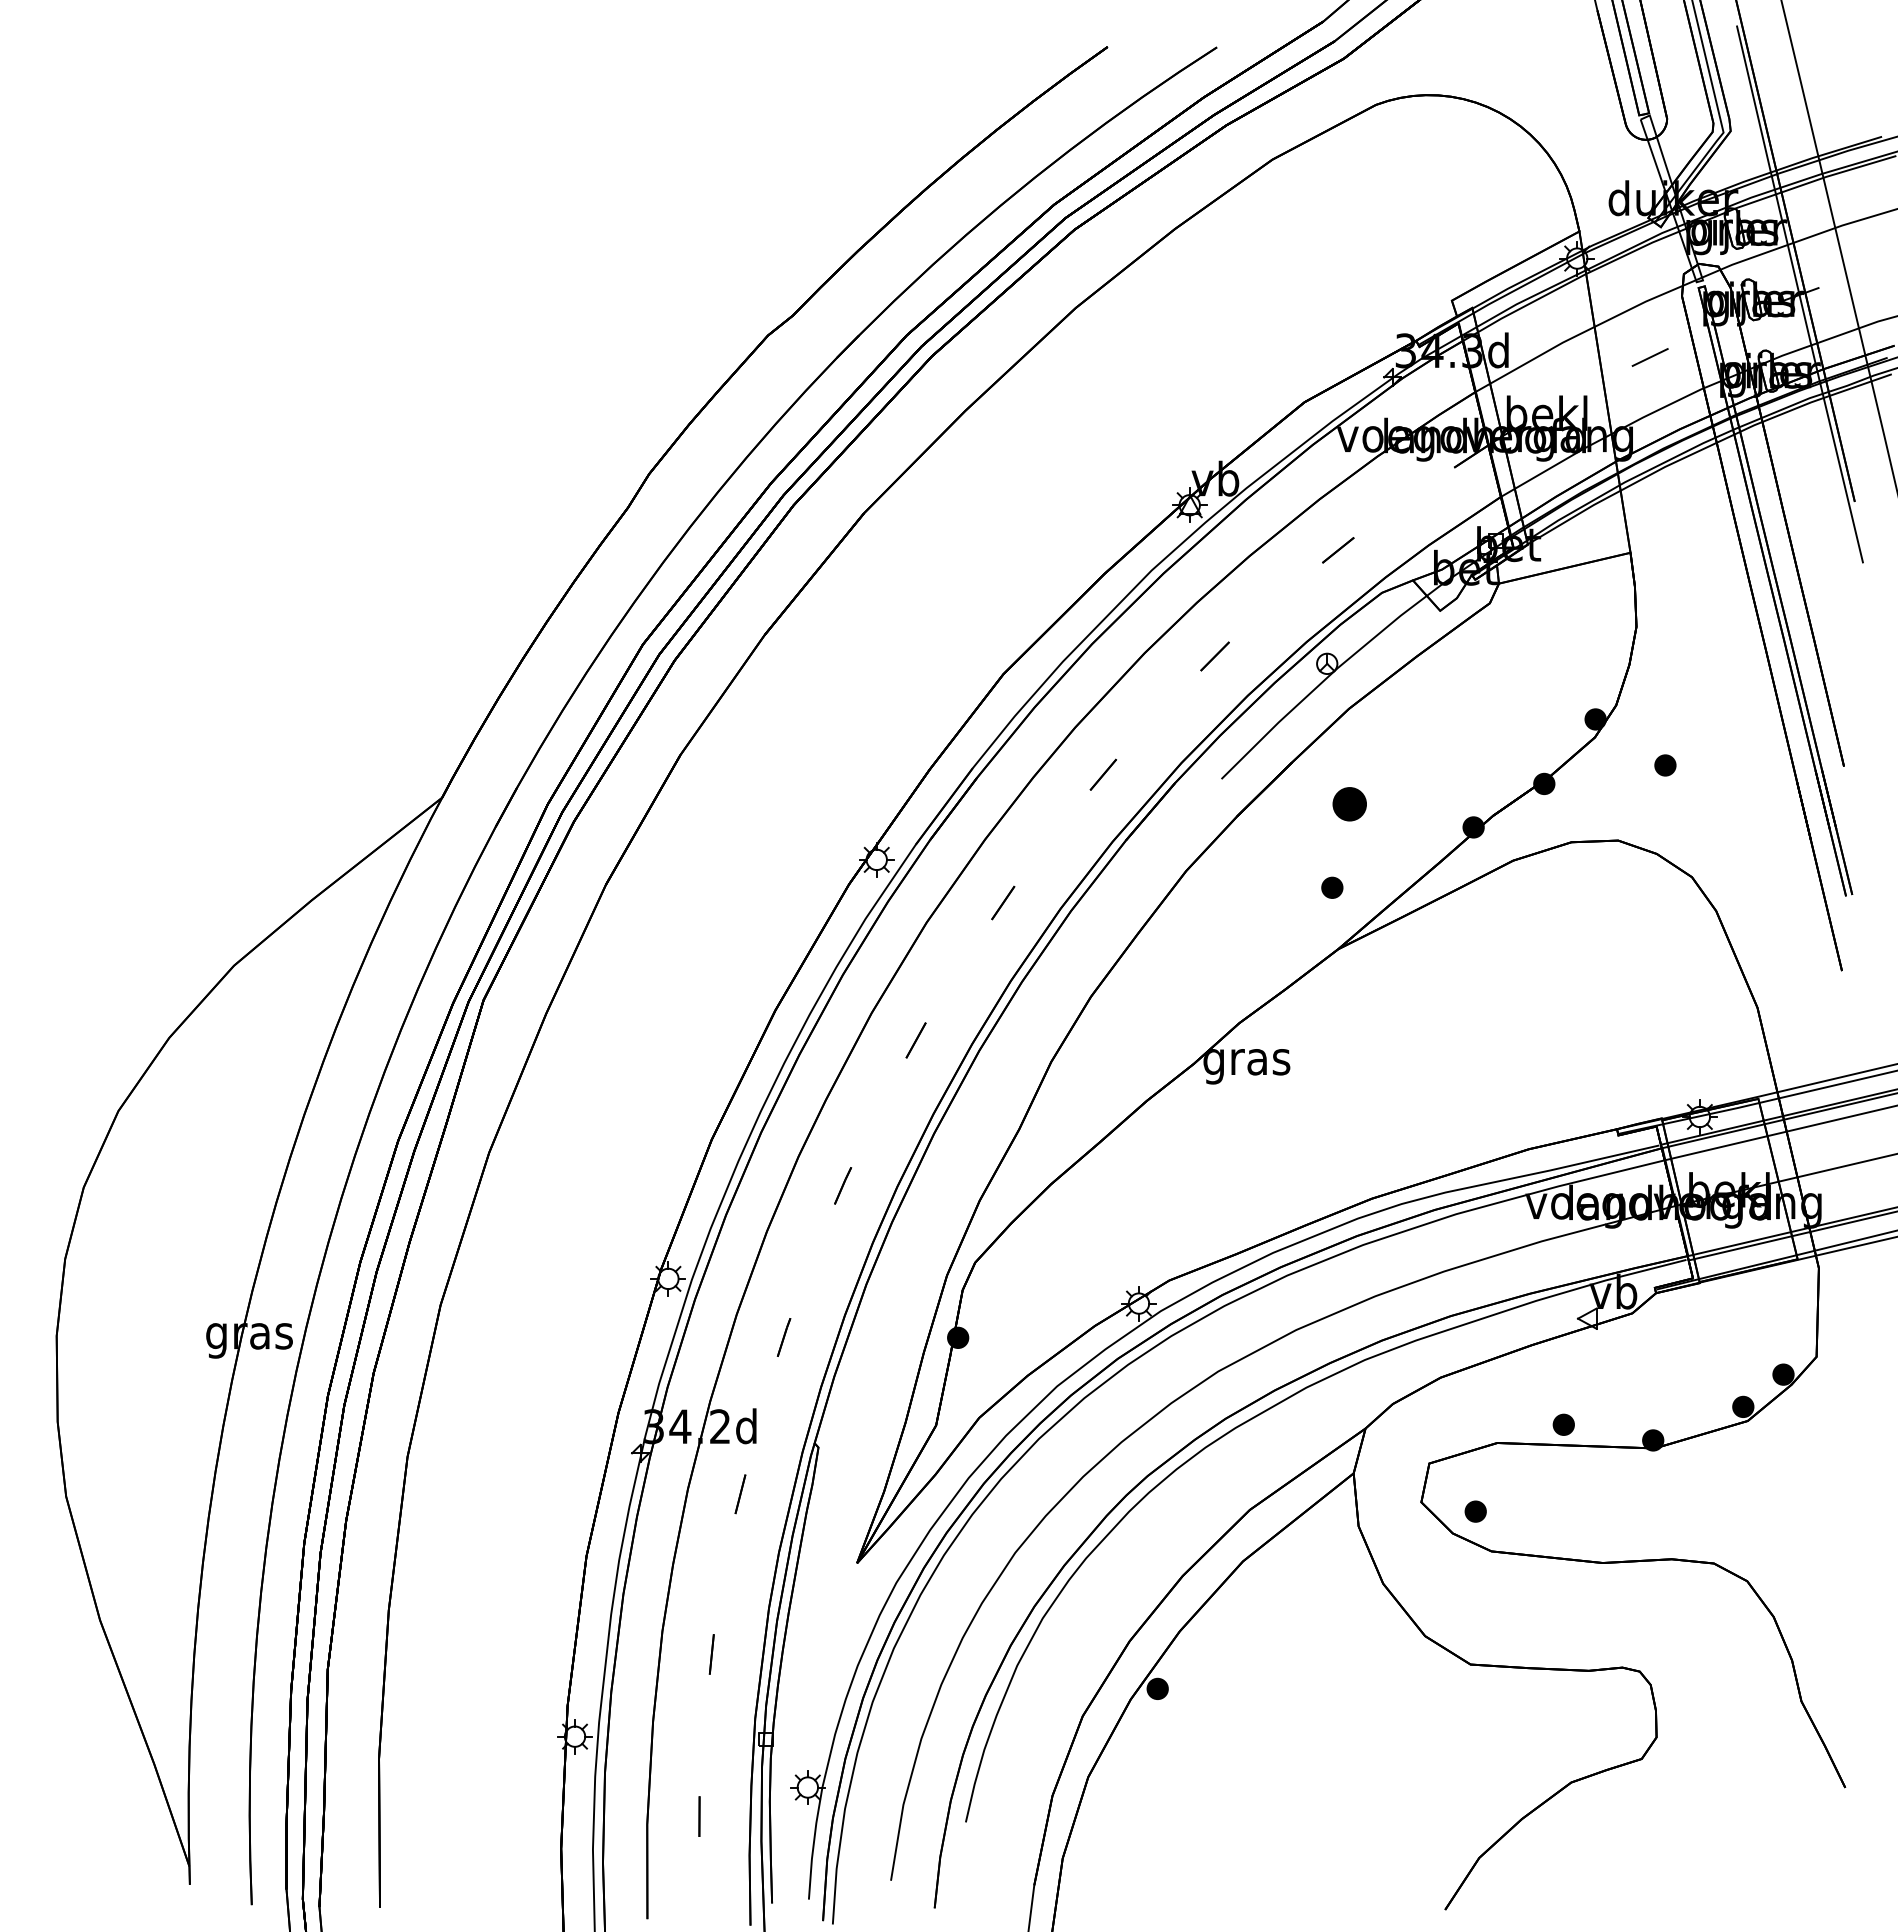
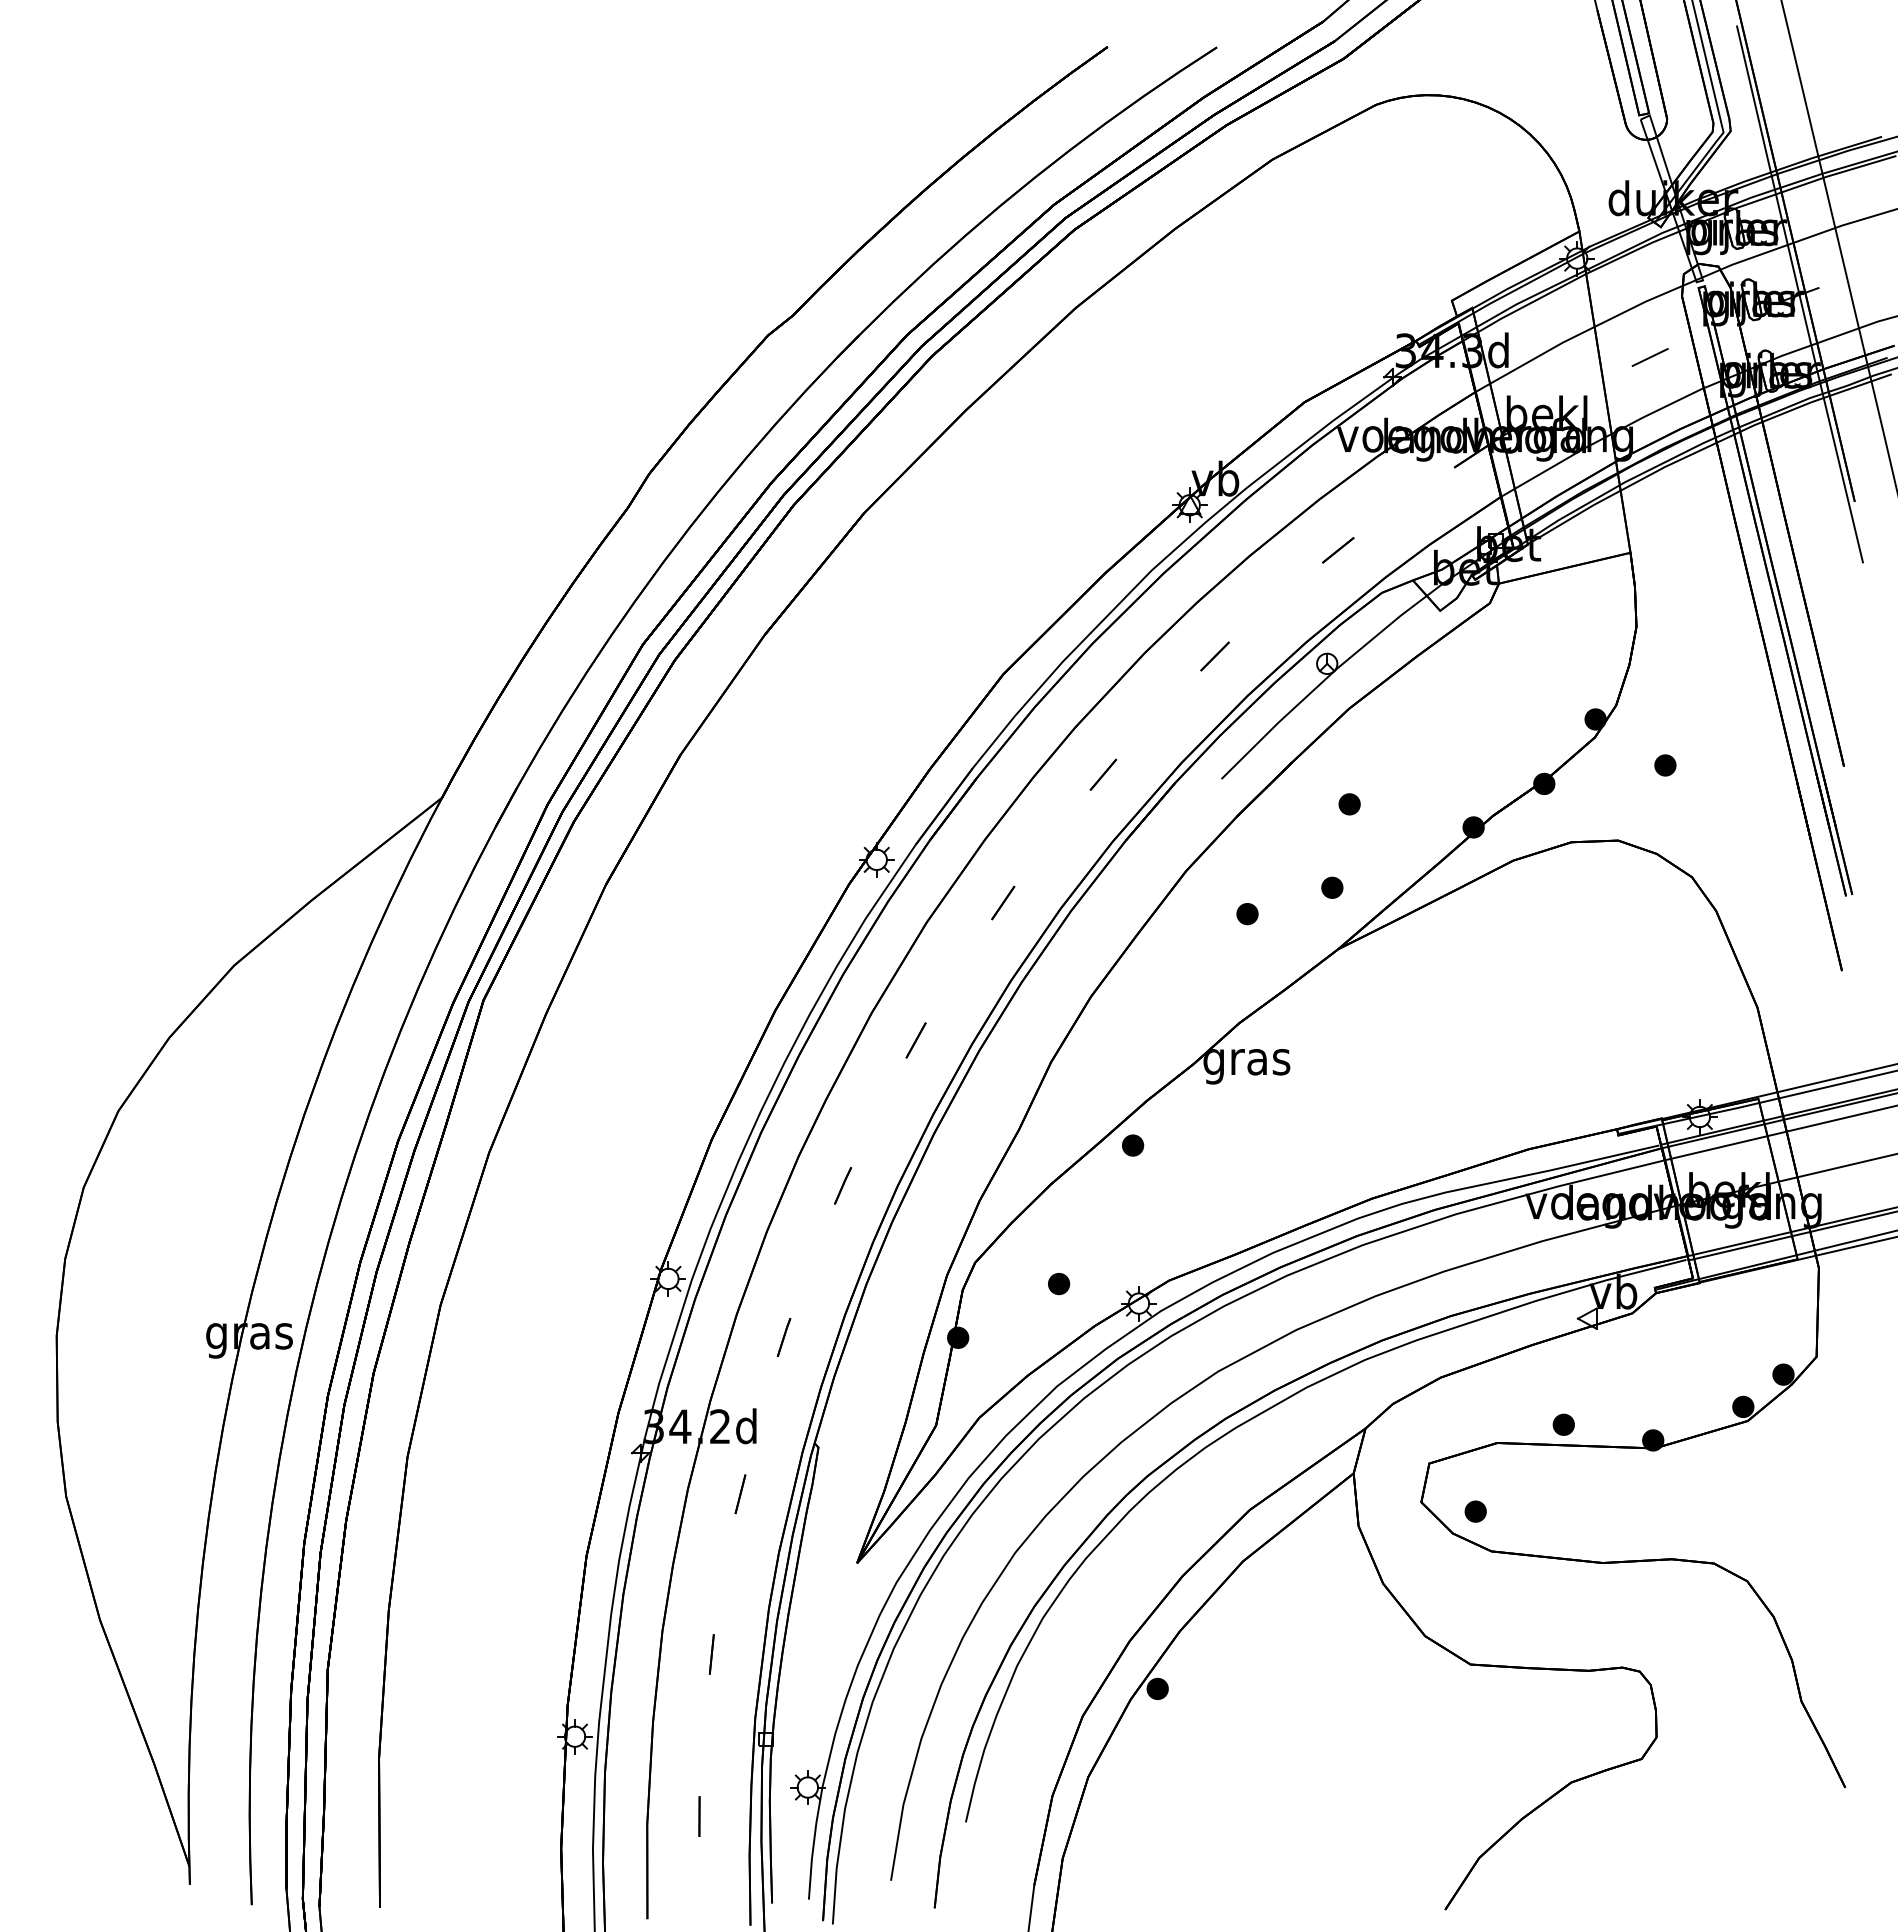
part at (1349, 804) size: 35x35 px -> 23x23 px
part at (1247, 914): none -> present
part at (1133, 1145): none -> present
part at (1059, 1284): none -> present
